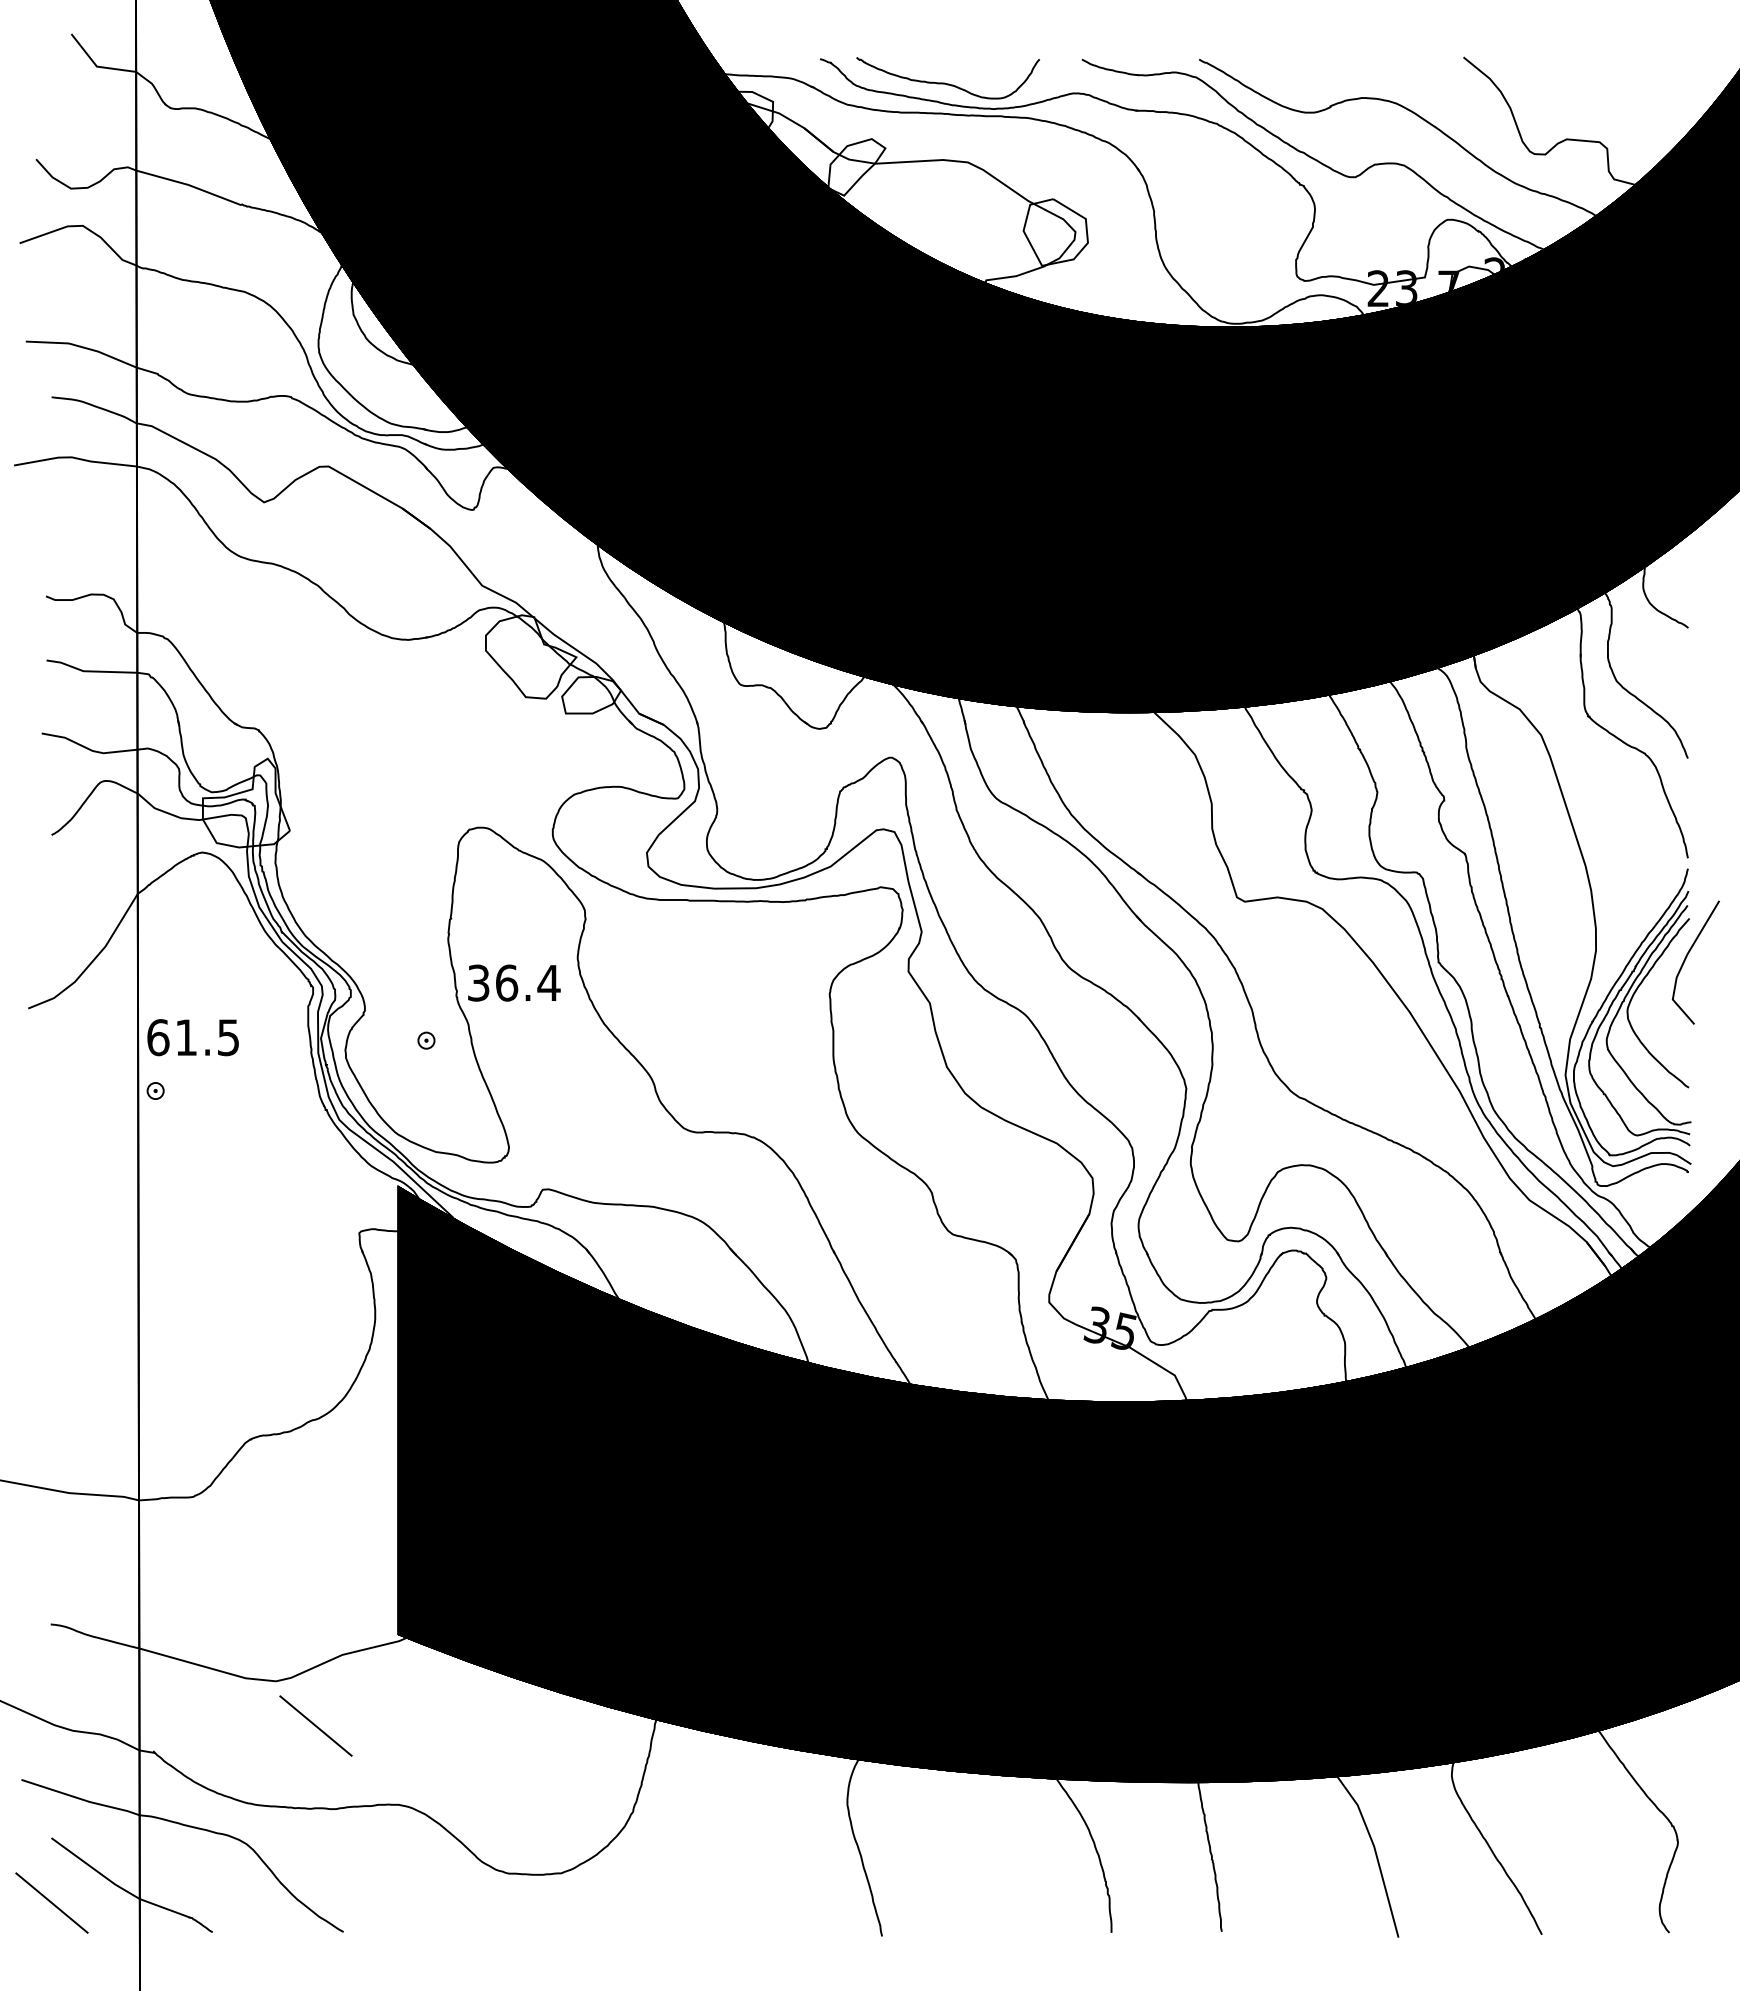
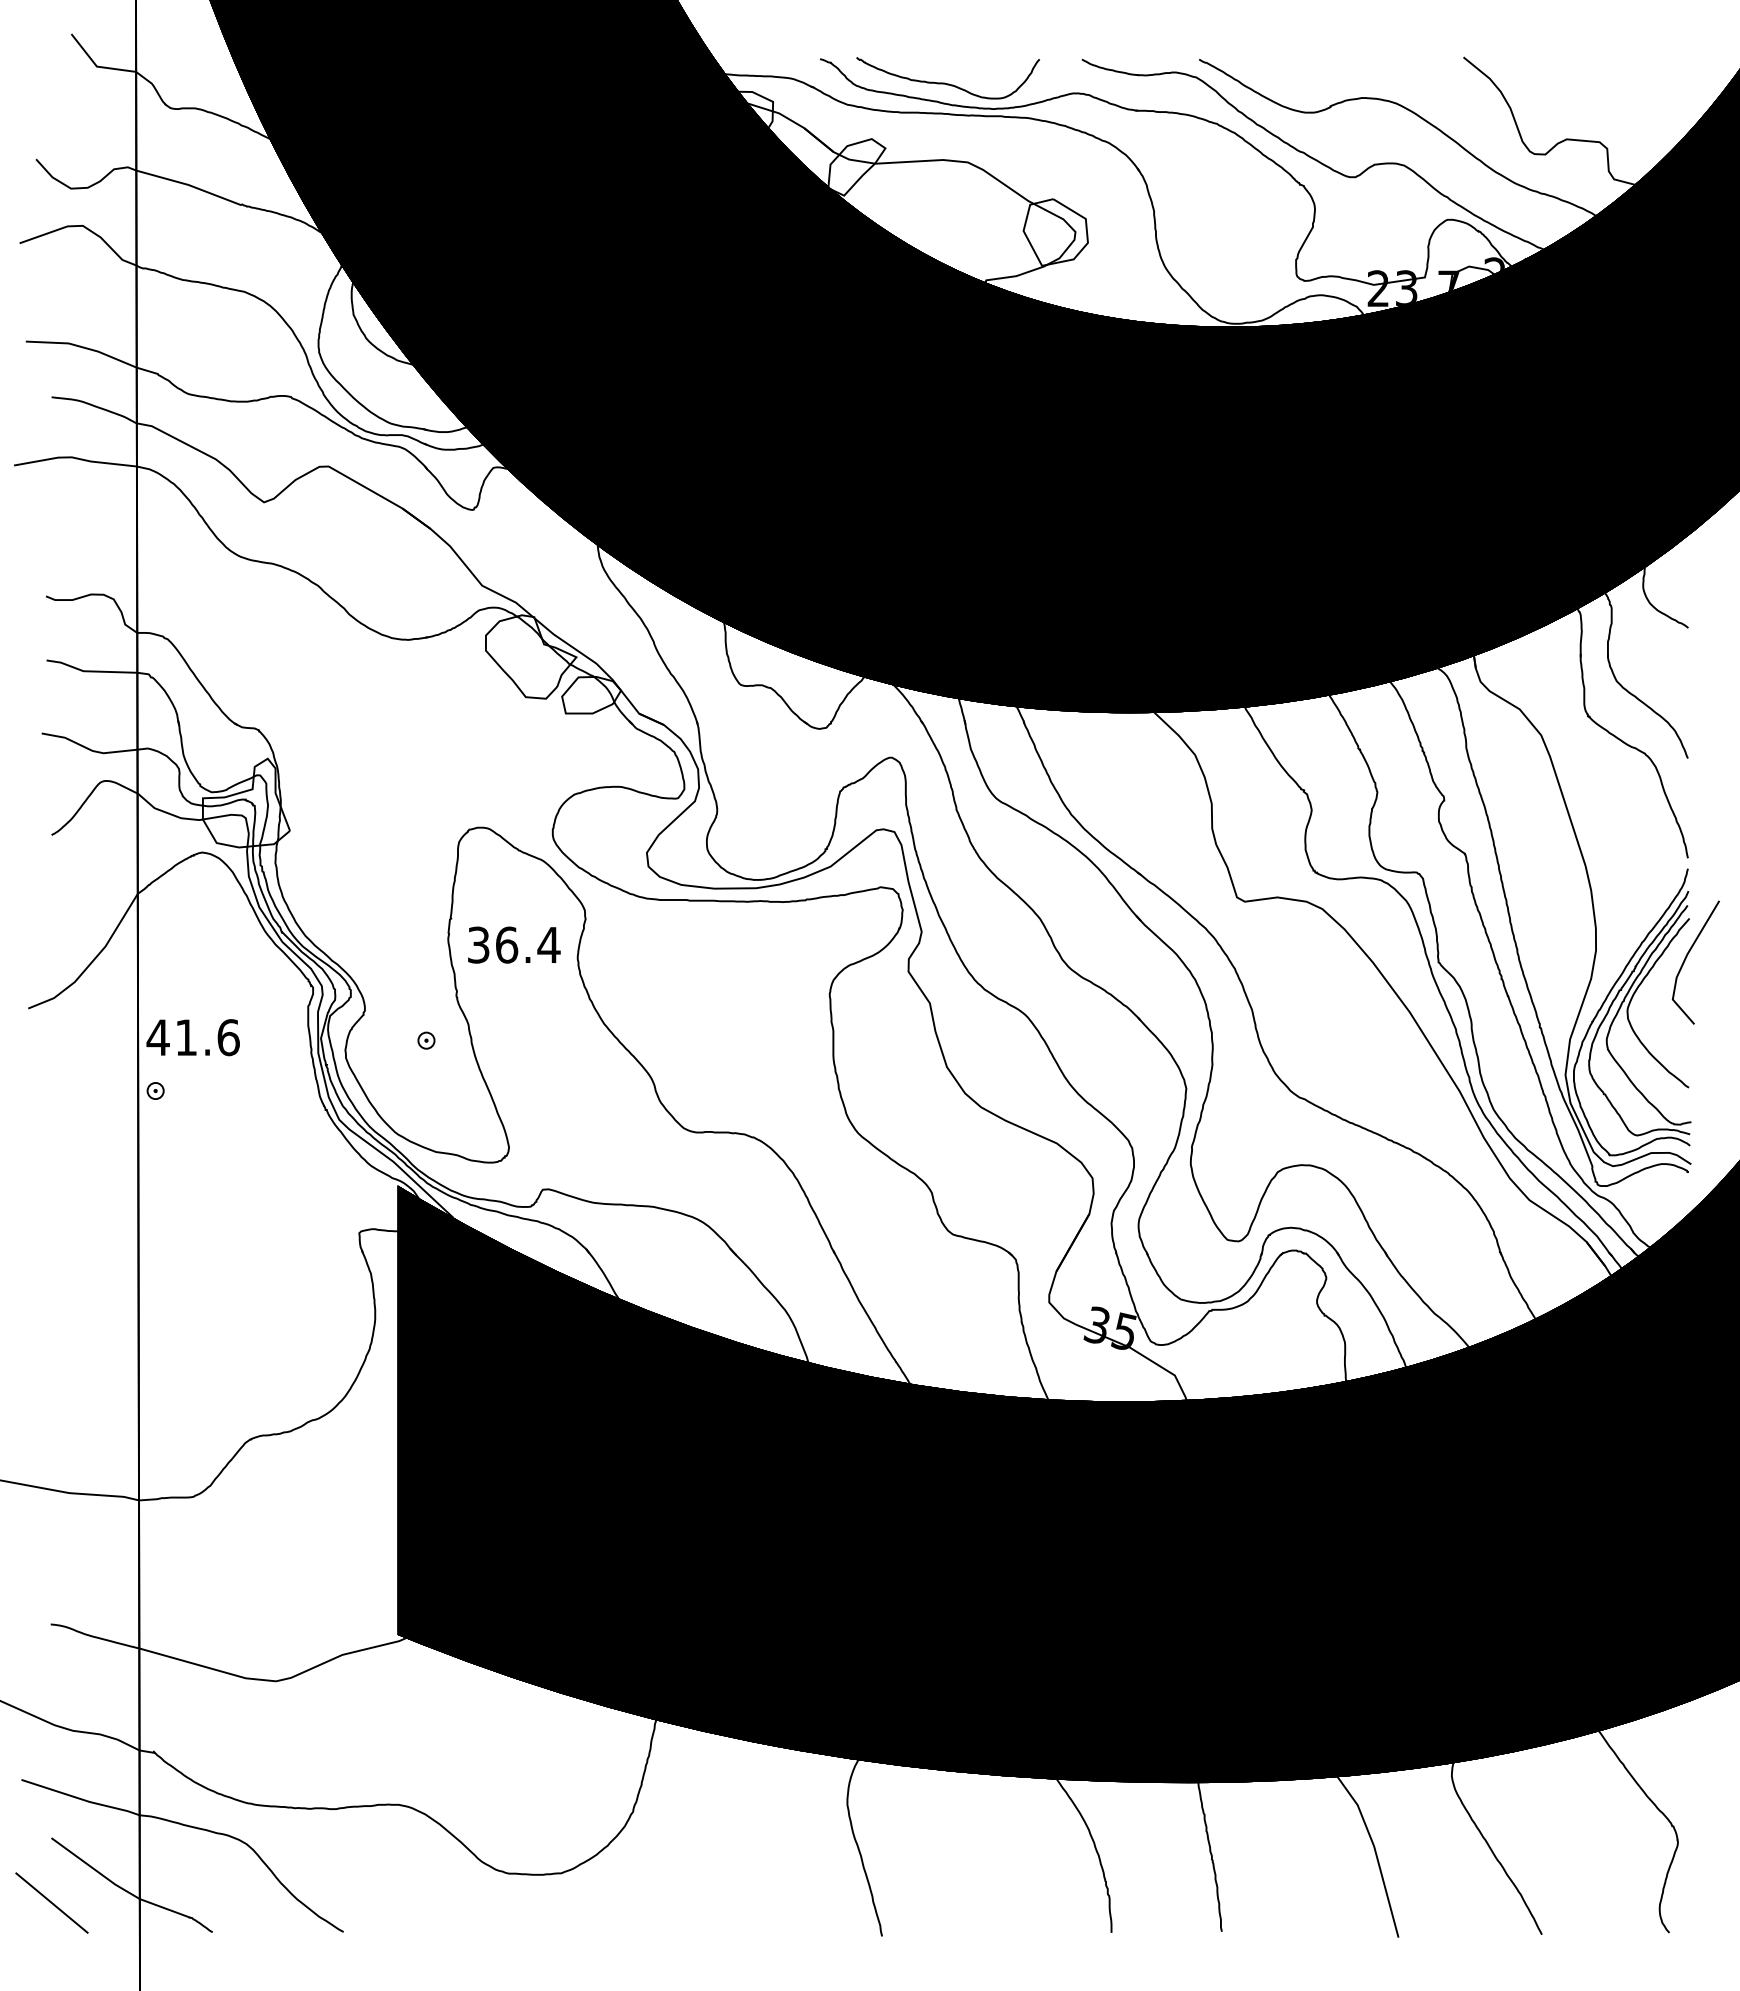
text at (514, 982) position: (514, 982) -> (514, 944)
text at (192, 1037): 61.5 -> 41.6
line at (315, 1725): present -> none
